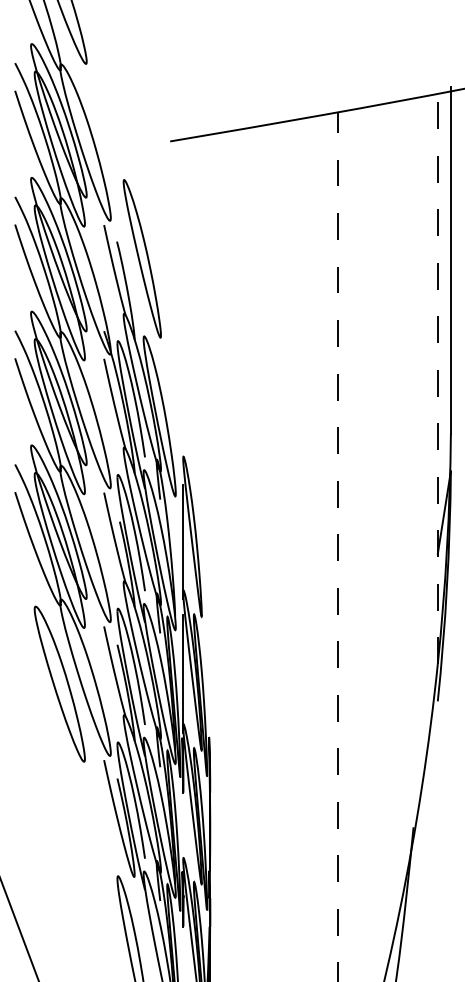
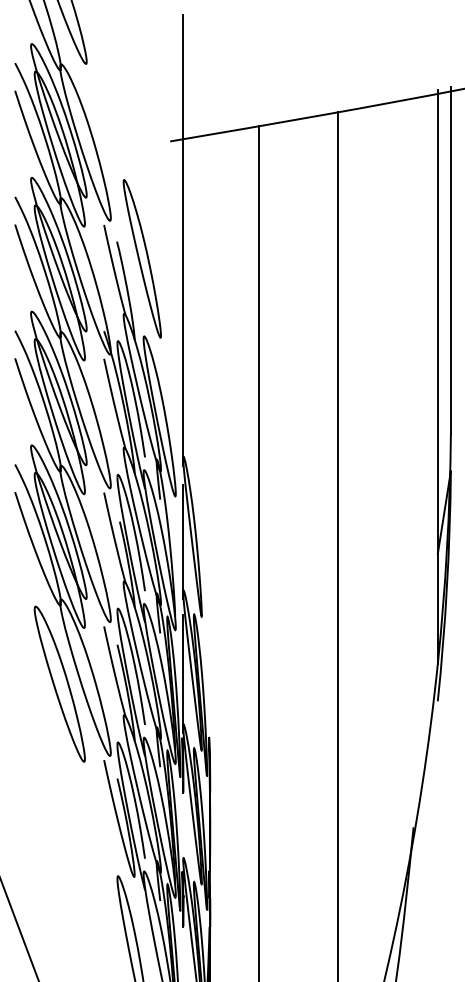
line at (183, 239): none -> present
line at (437, 376): dashed -> solid
line at (338, 546): dashed -> solid
line at (259, 552): none -> present
